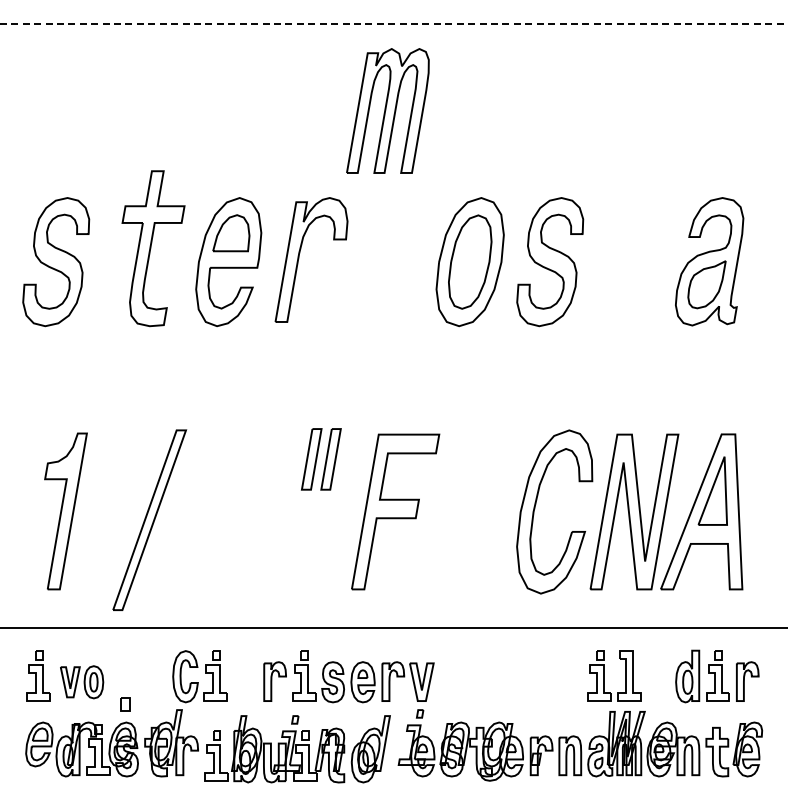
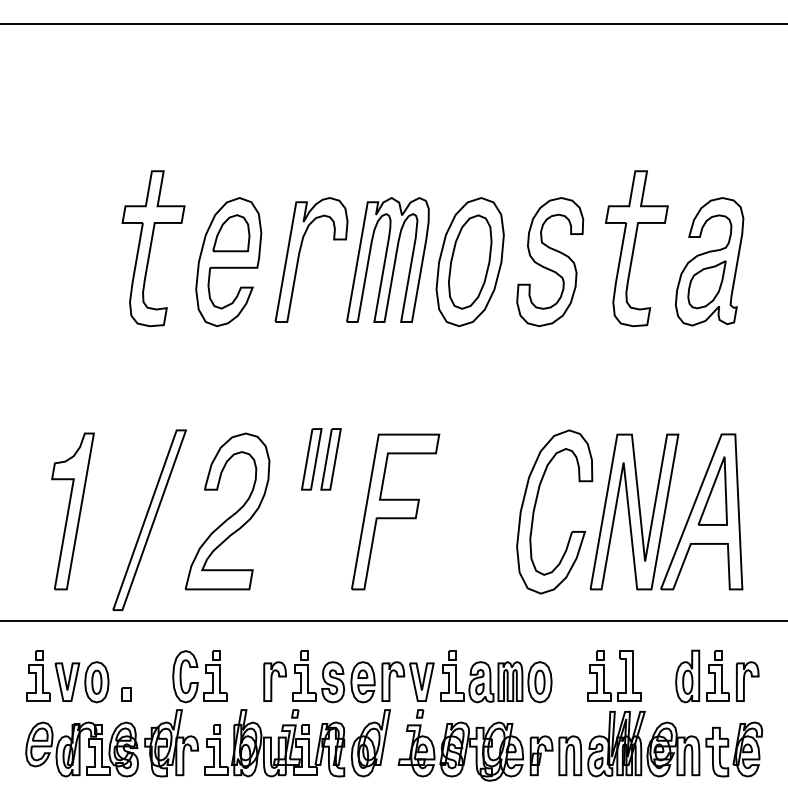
line at (395, 24): dashed -> solid
part at (387, 110) position: (387, 110) -> (387, 259)
part at (636, 248): none -> present
part at (56, 262): present -> none
part at (65, 511) position: (65, 511) -> (72, 511)
part at (227, 511): none -> present
line at (393, 628) position: (393, 628) -> (393, 621)
part at (496, 676): none -> present
part at (82, 682) size: 45x35 px -> 56x43 px
part at (125, 704) position: (125, 704) -> (126, 694)
part at (297, 749) position: (297, 749) -> (297, 743)
